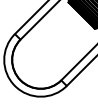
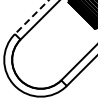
line at (31, 17): solid -> dashed
